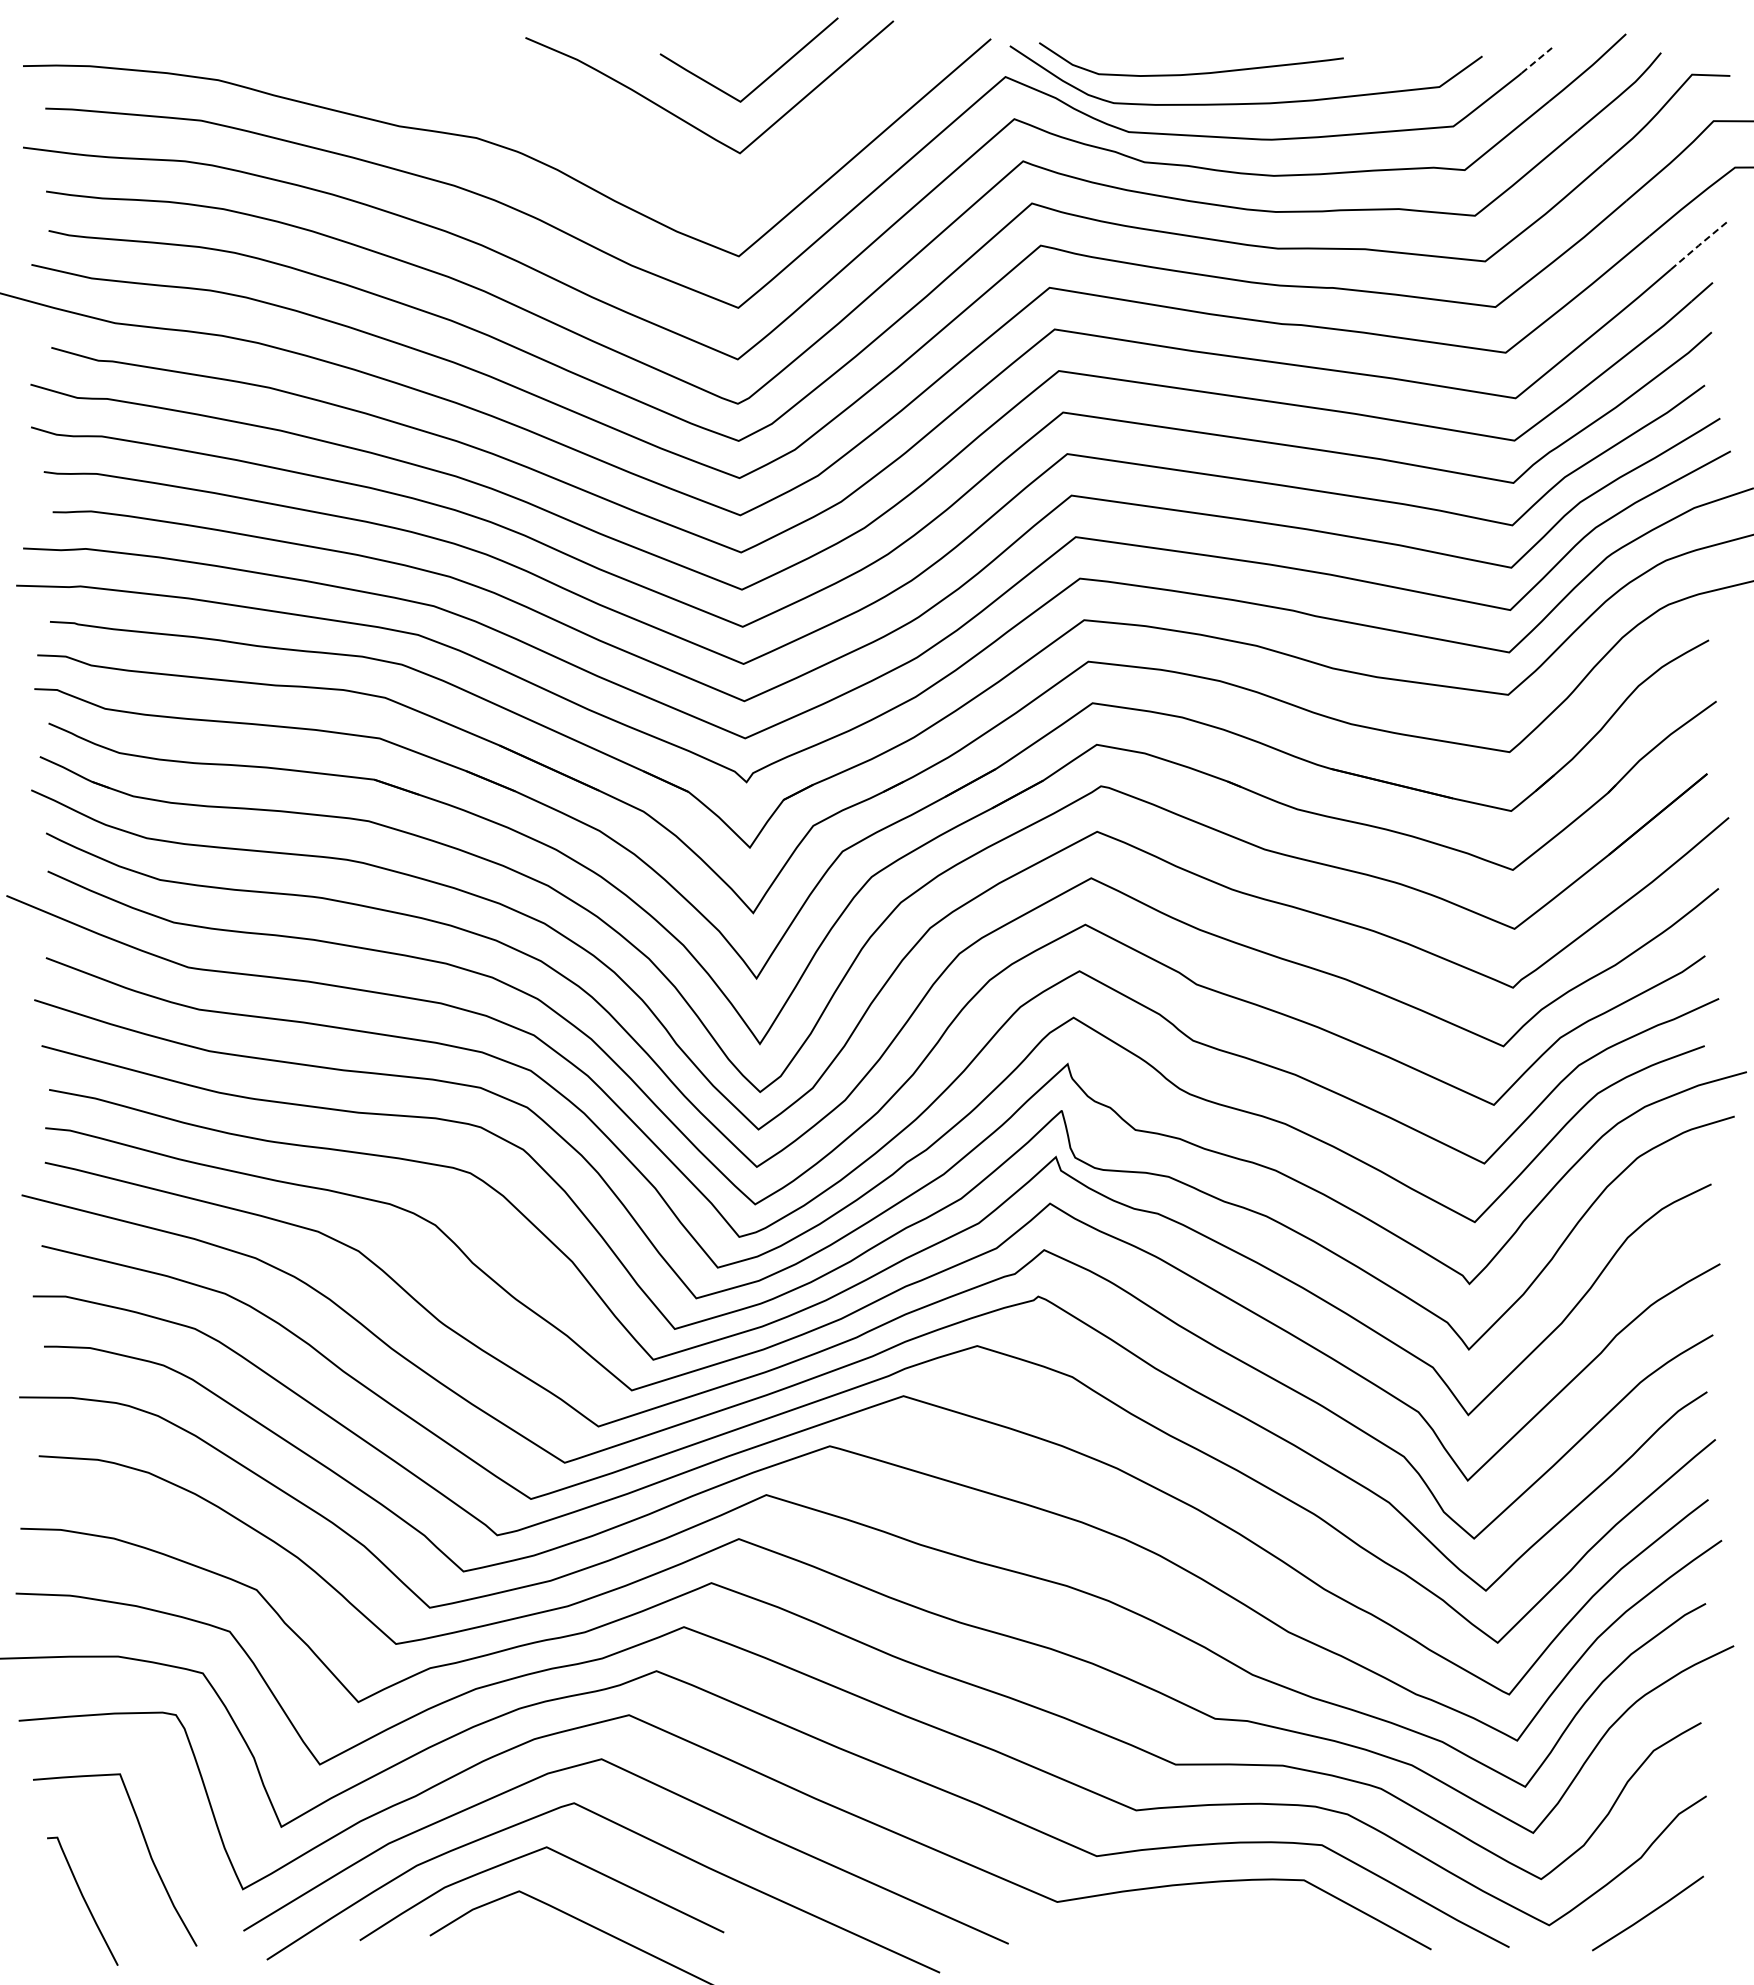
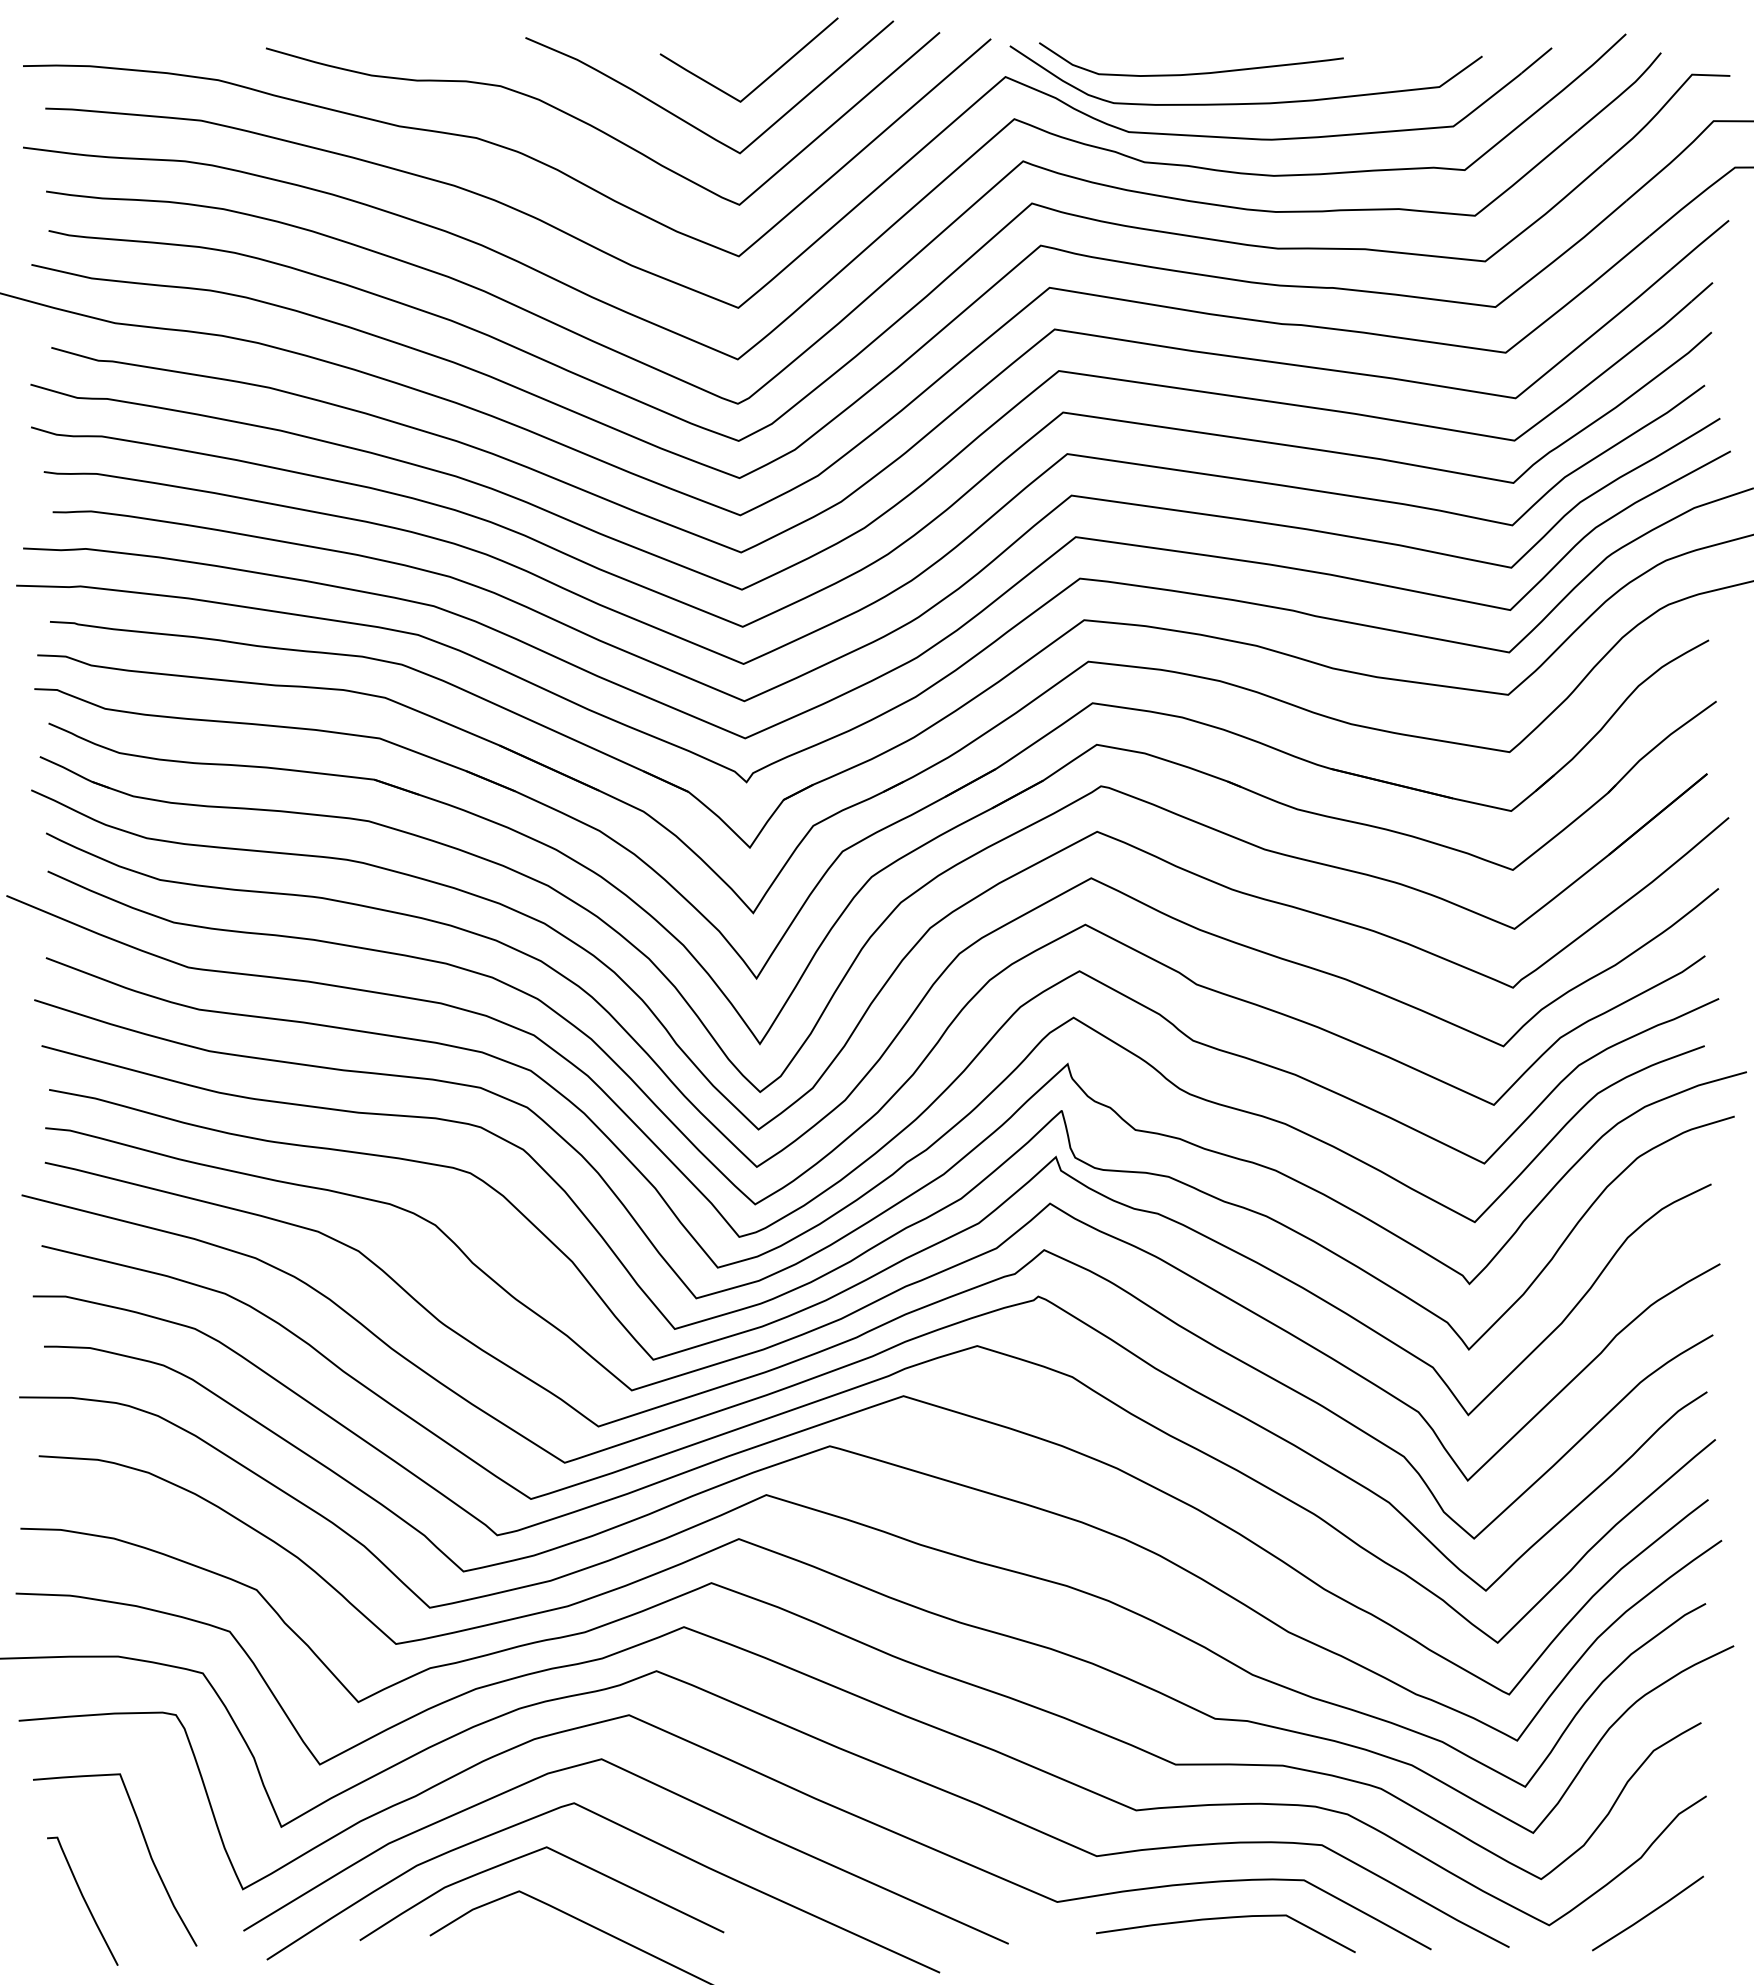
line at (1536, 60): dashed -> solid
curve at (598, 128): none -> present
line at (1699, 245): dashed -> solid
curve at (1220, 1919): none -> present
